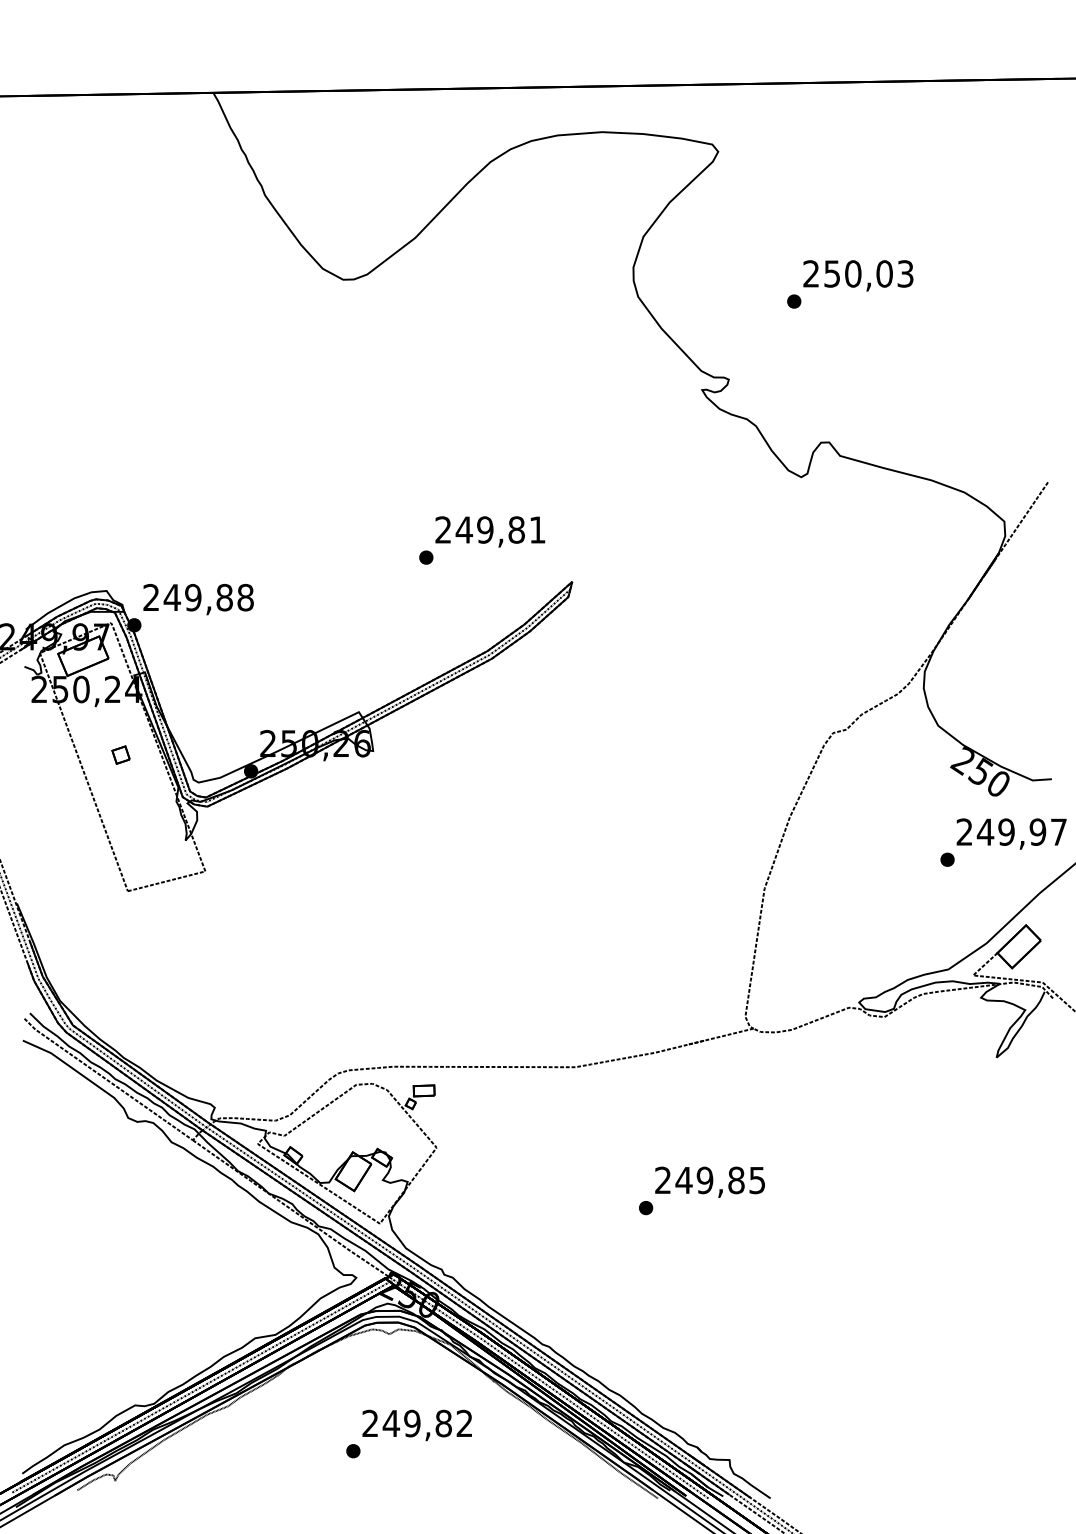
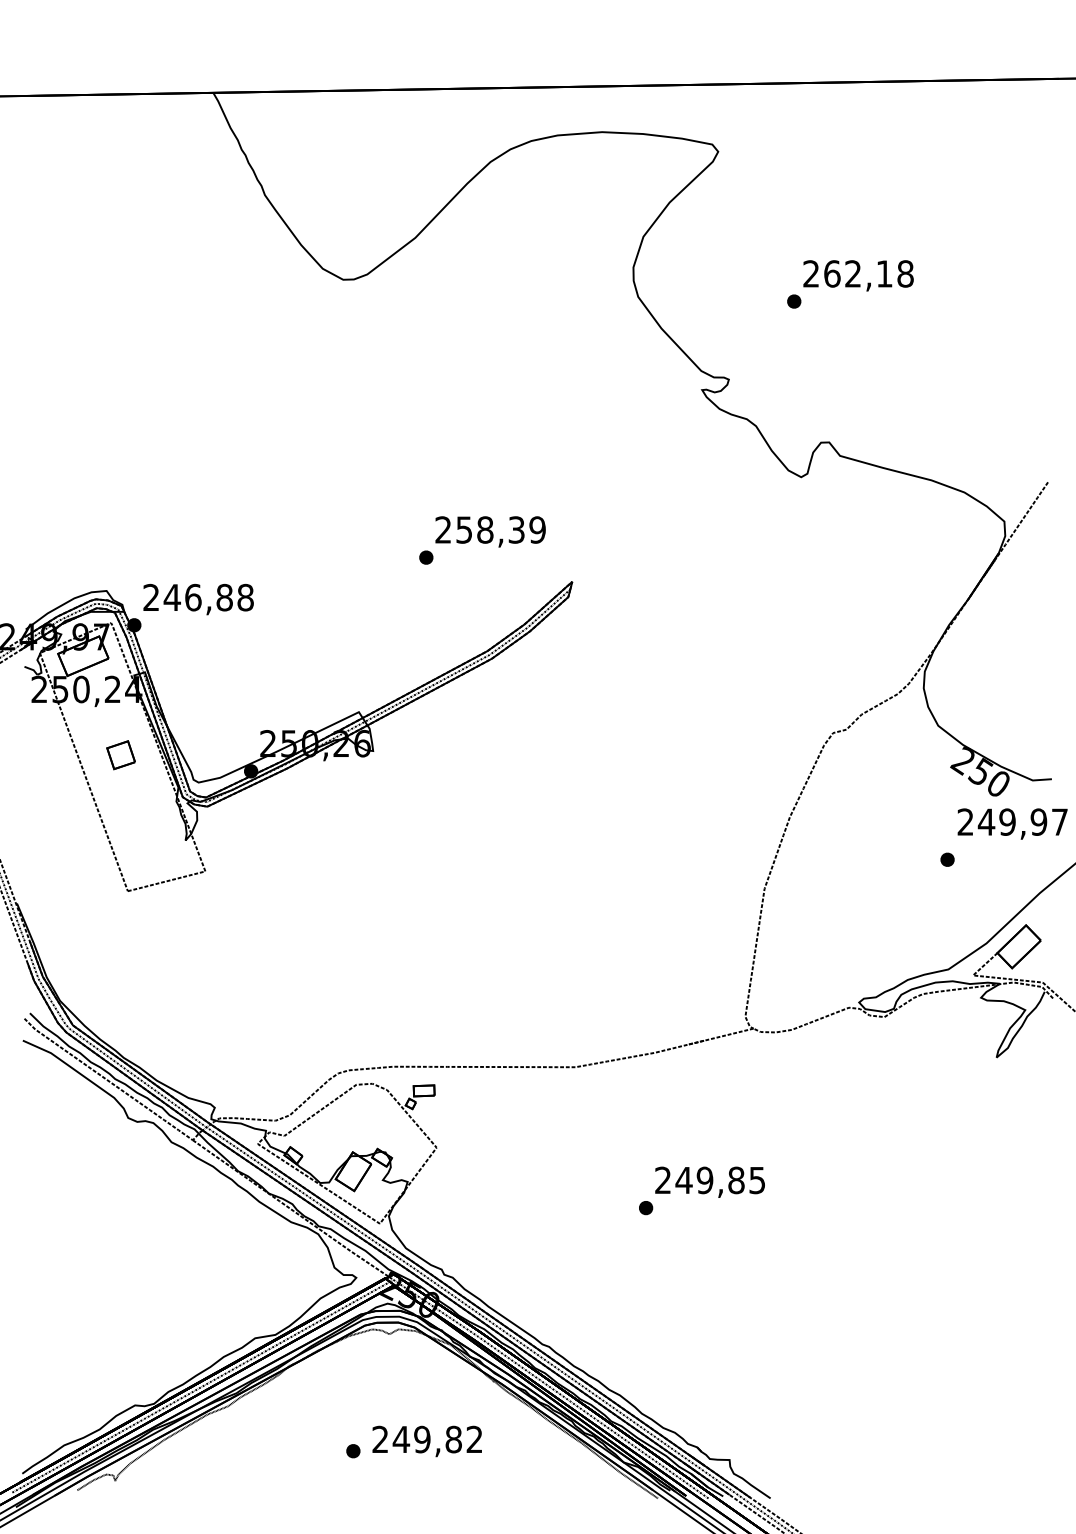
text at (868, 273): 250,03 -> 262,18
text at (500, 529): 249,81 -> 258,39
text at (193, 597): 249,88 -> 246,88
part at (120, 754) size: 20x20 px -> 30x31 px
text at (1011, 833) position: (1011, 833) -> (1012, 823)
text at (416, 1425) position: (416, 1425) -> (426, 1441)
